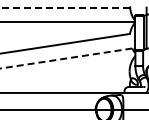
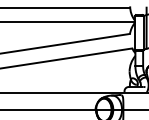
line at (65, 7): dashed -> solid
line at (67, 58): dashed -> solid
